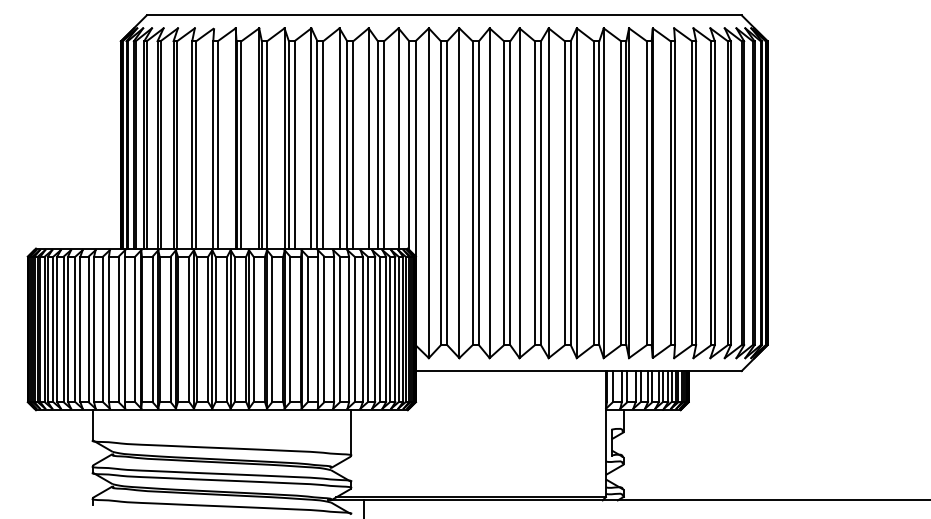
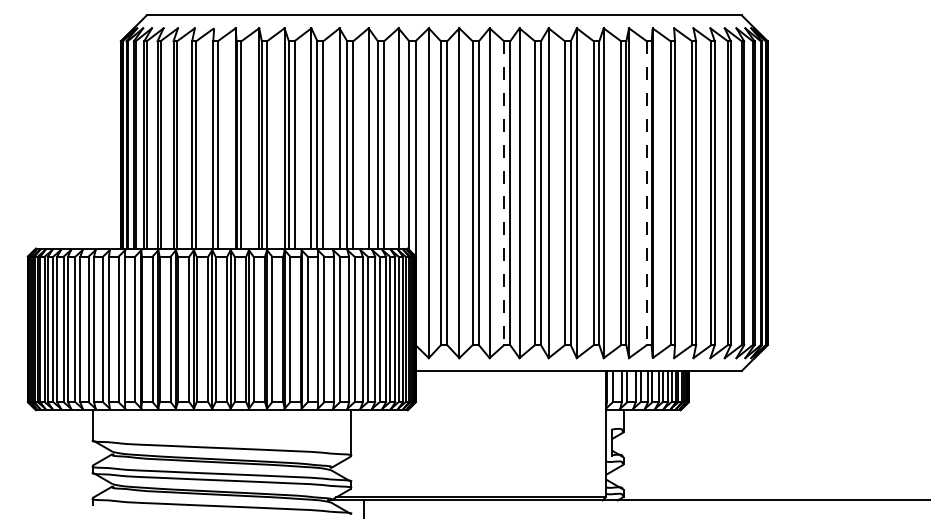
line at (504, 193): solid -> dashed
line at (646, 193): solid -> dashed
